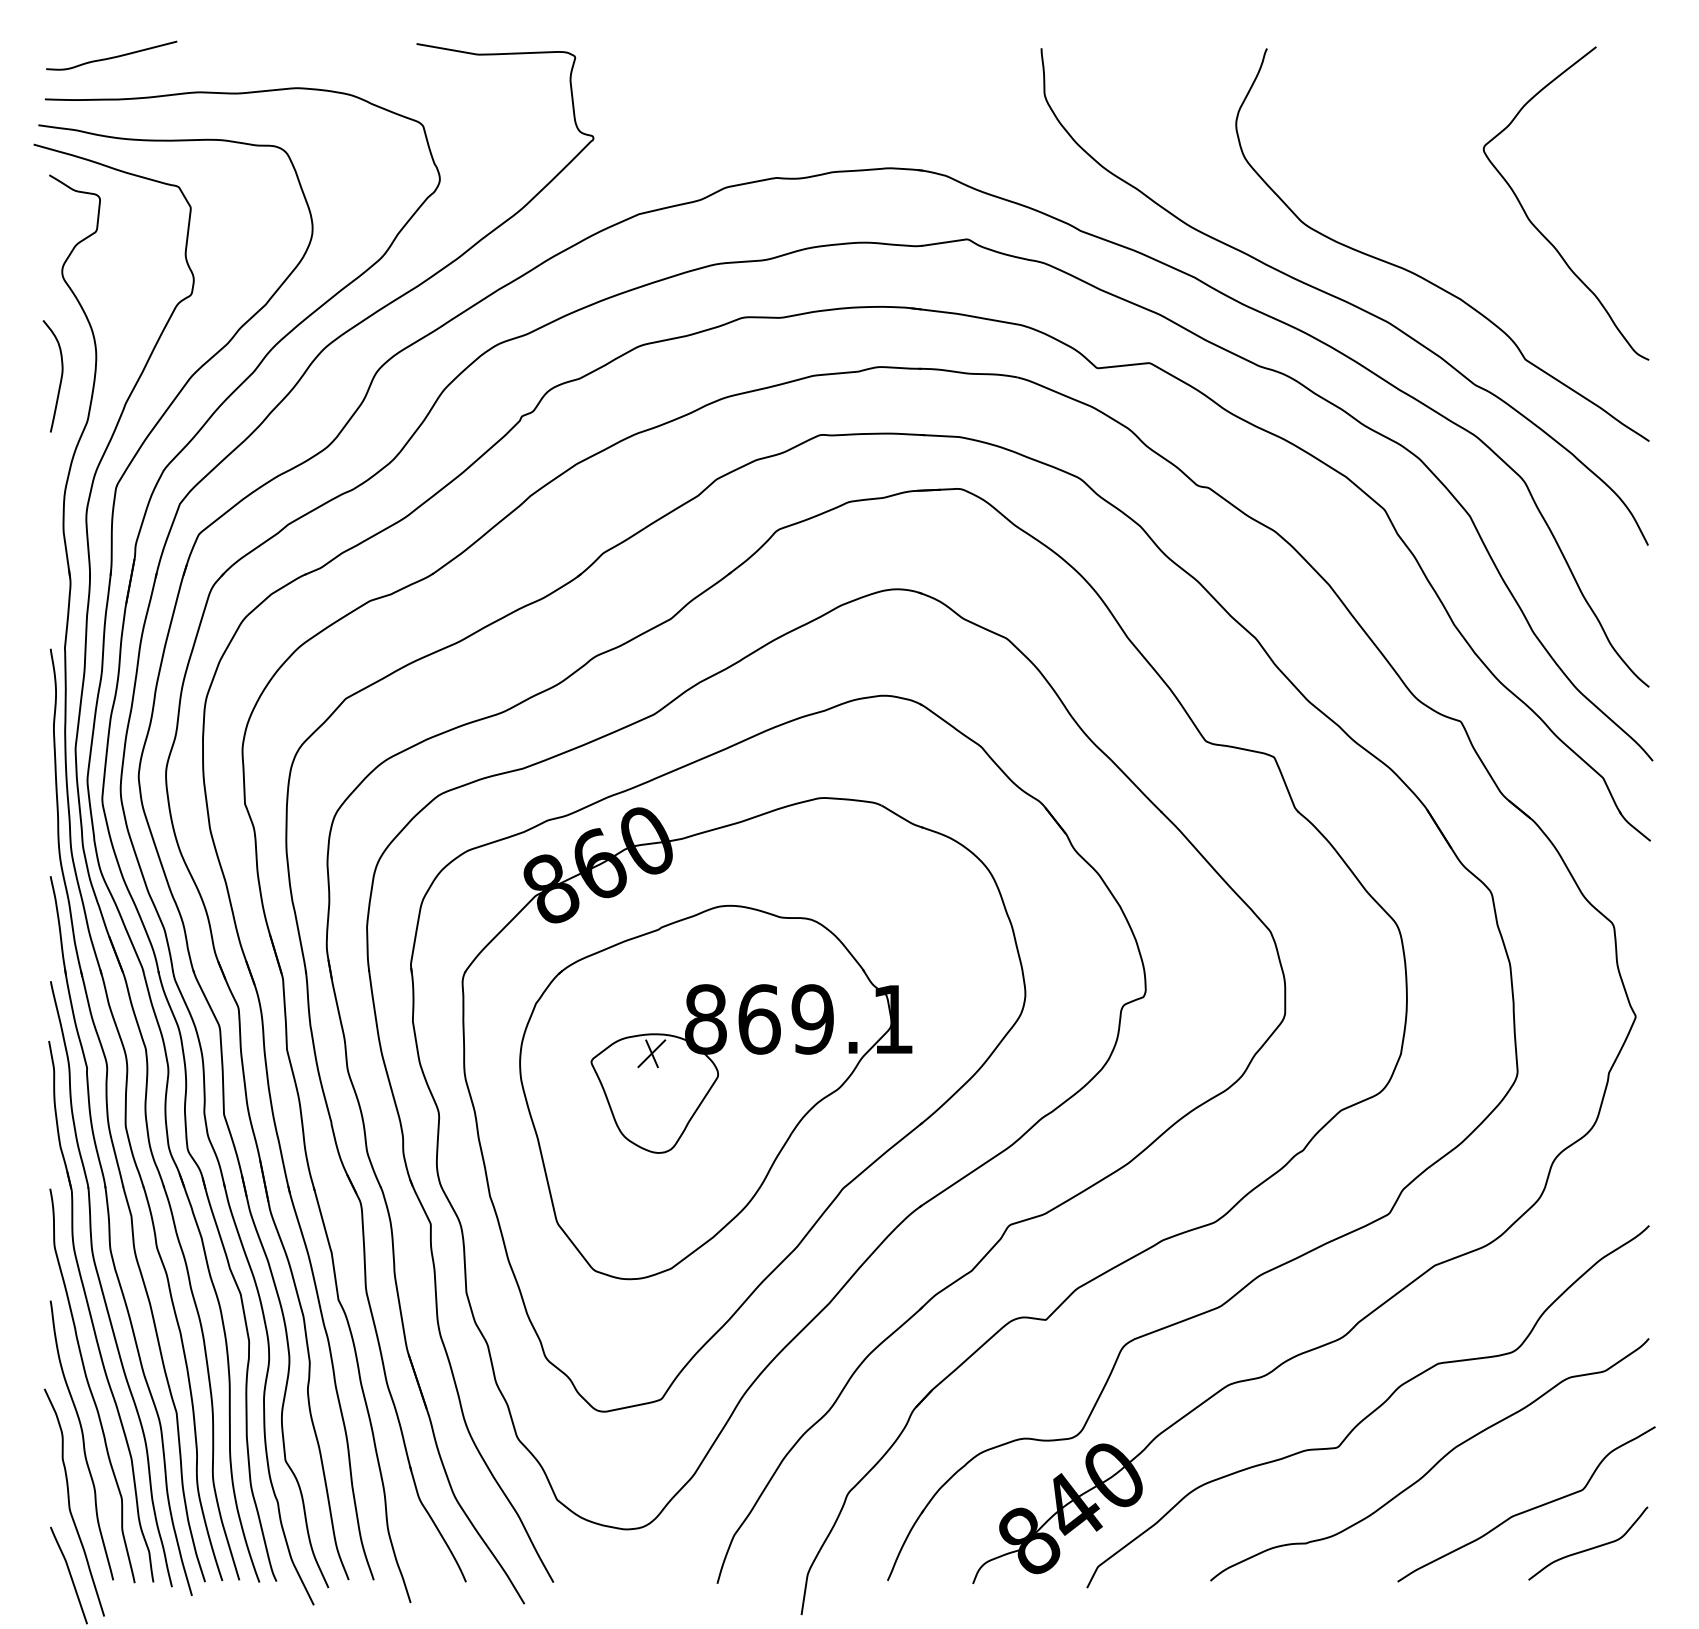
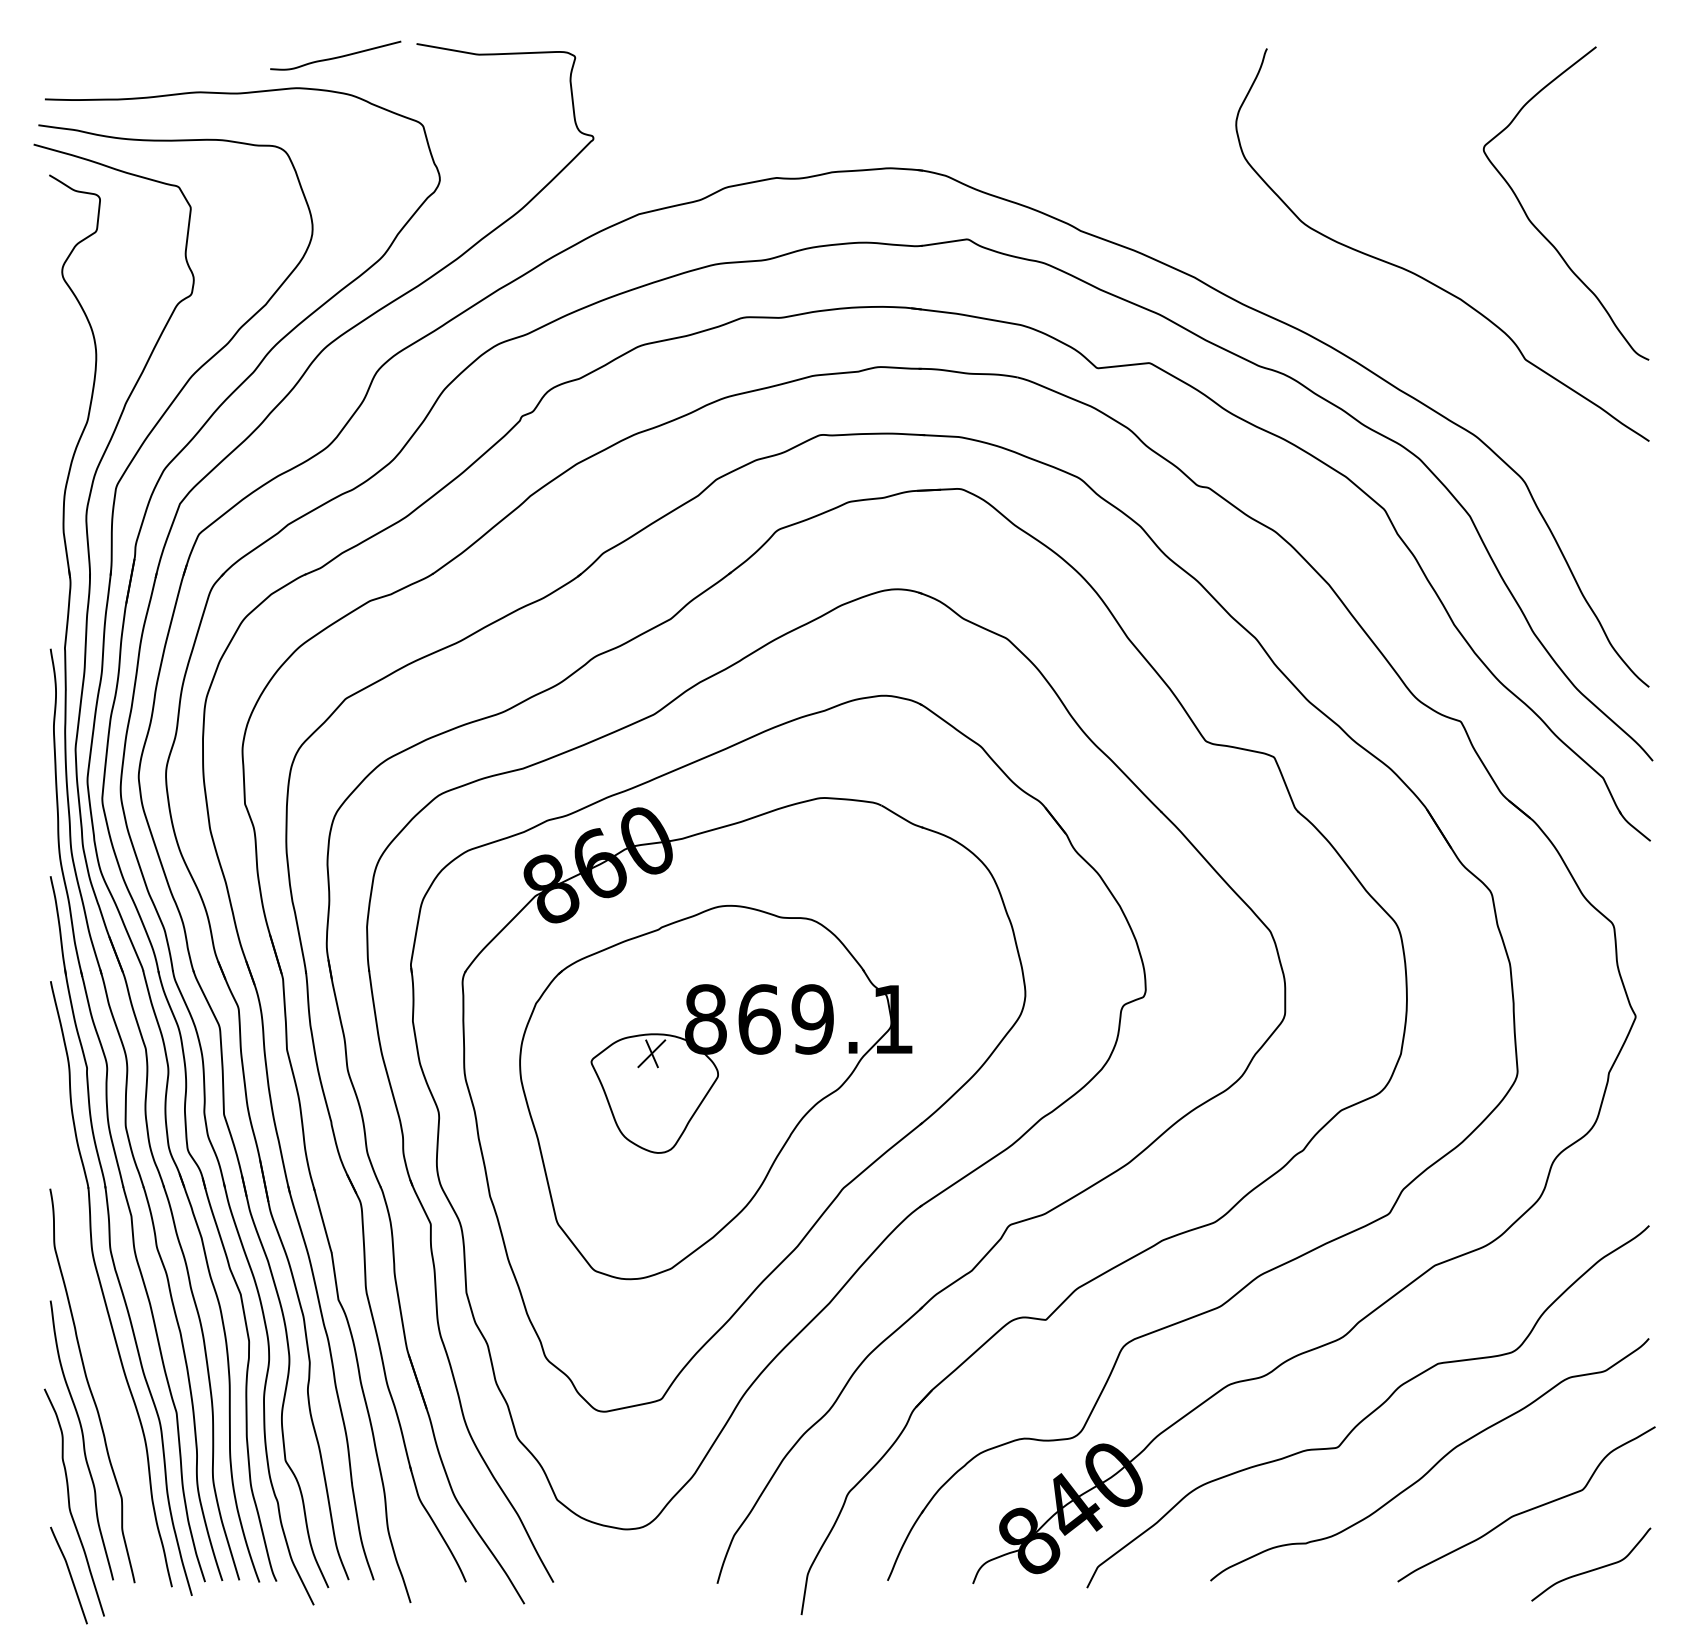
curve at (112, 56) position: (112, 56) -> (336, 56)
curve at (1343, 299): present -> none
curve at (60, 377): present -> none
part at (91, 1314): present -> none
curve at (1591, 1547) position: (1591, 1547) -> (1594, 1568)
